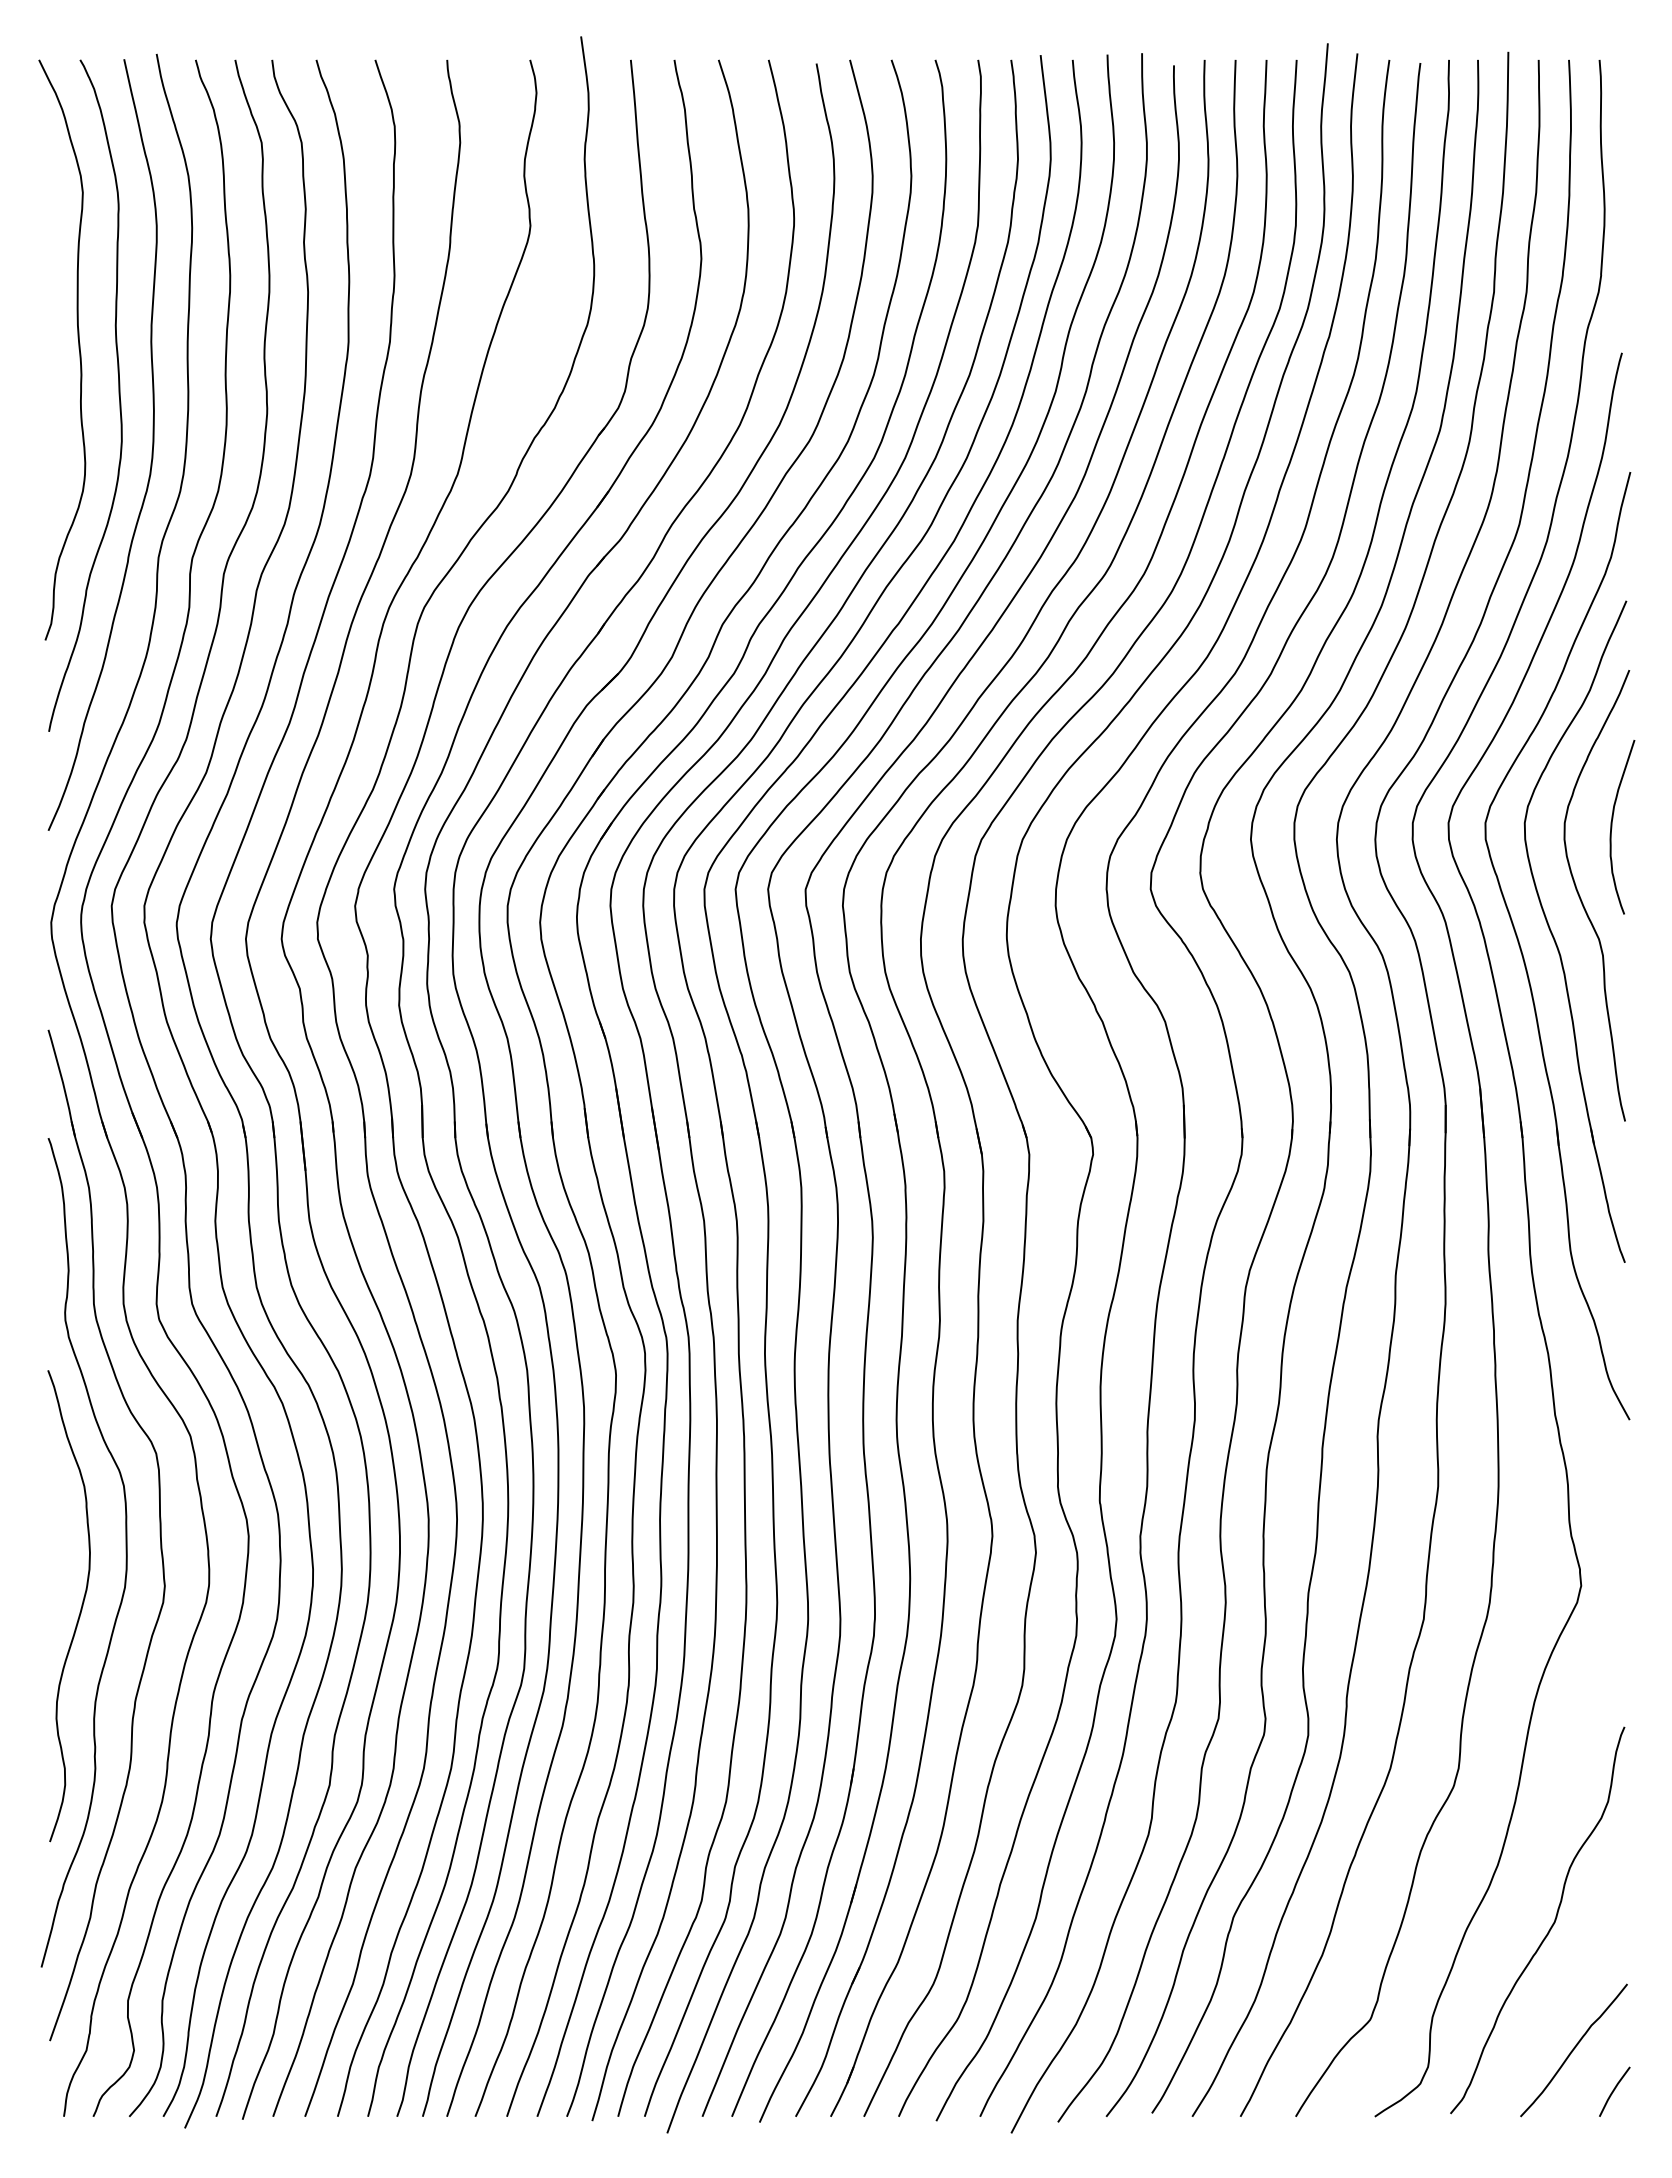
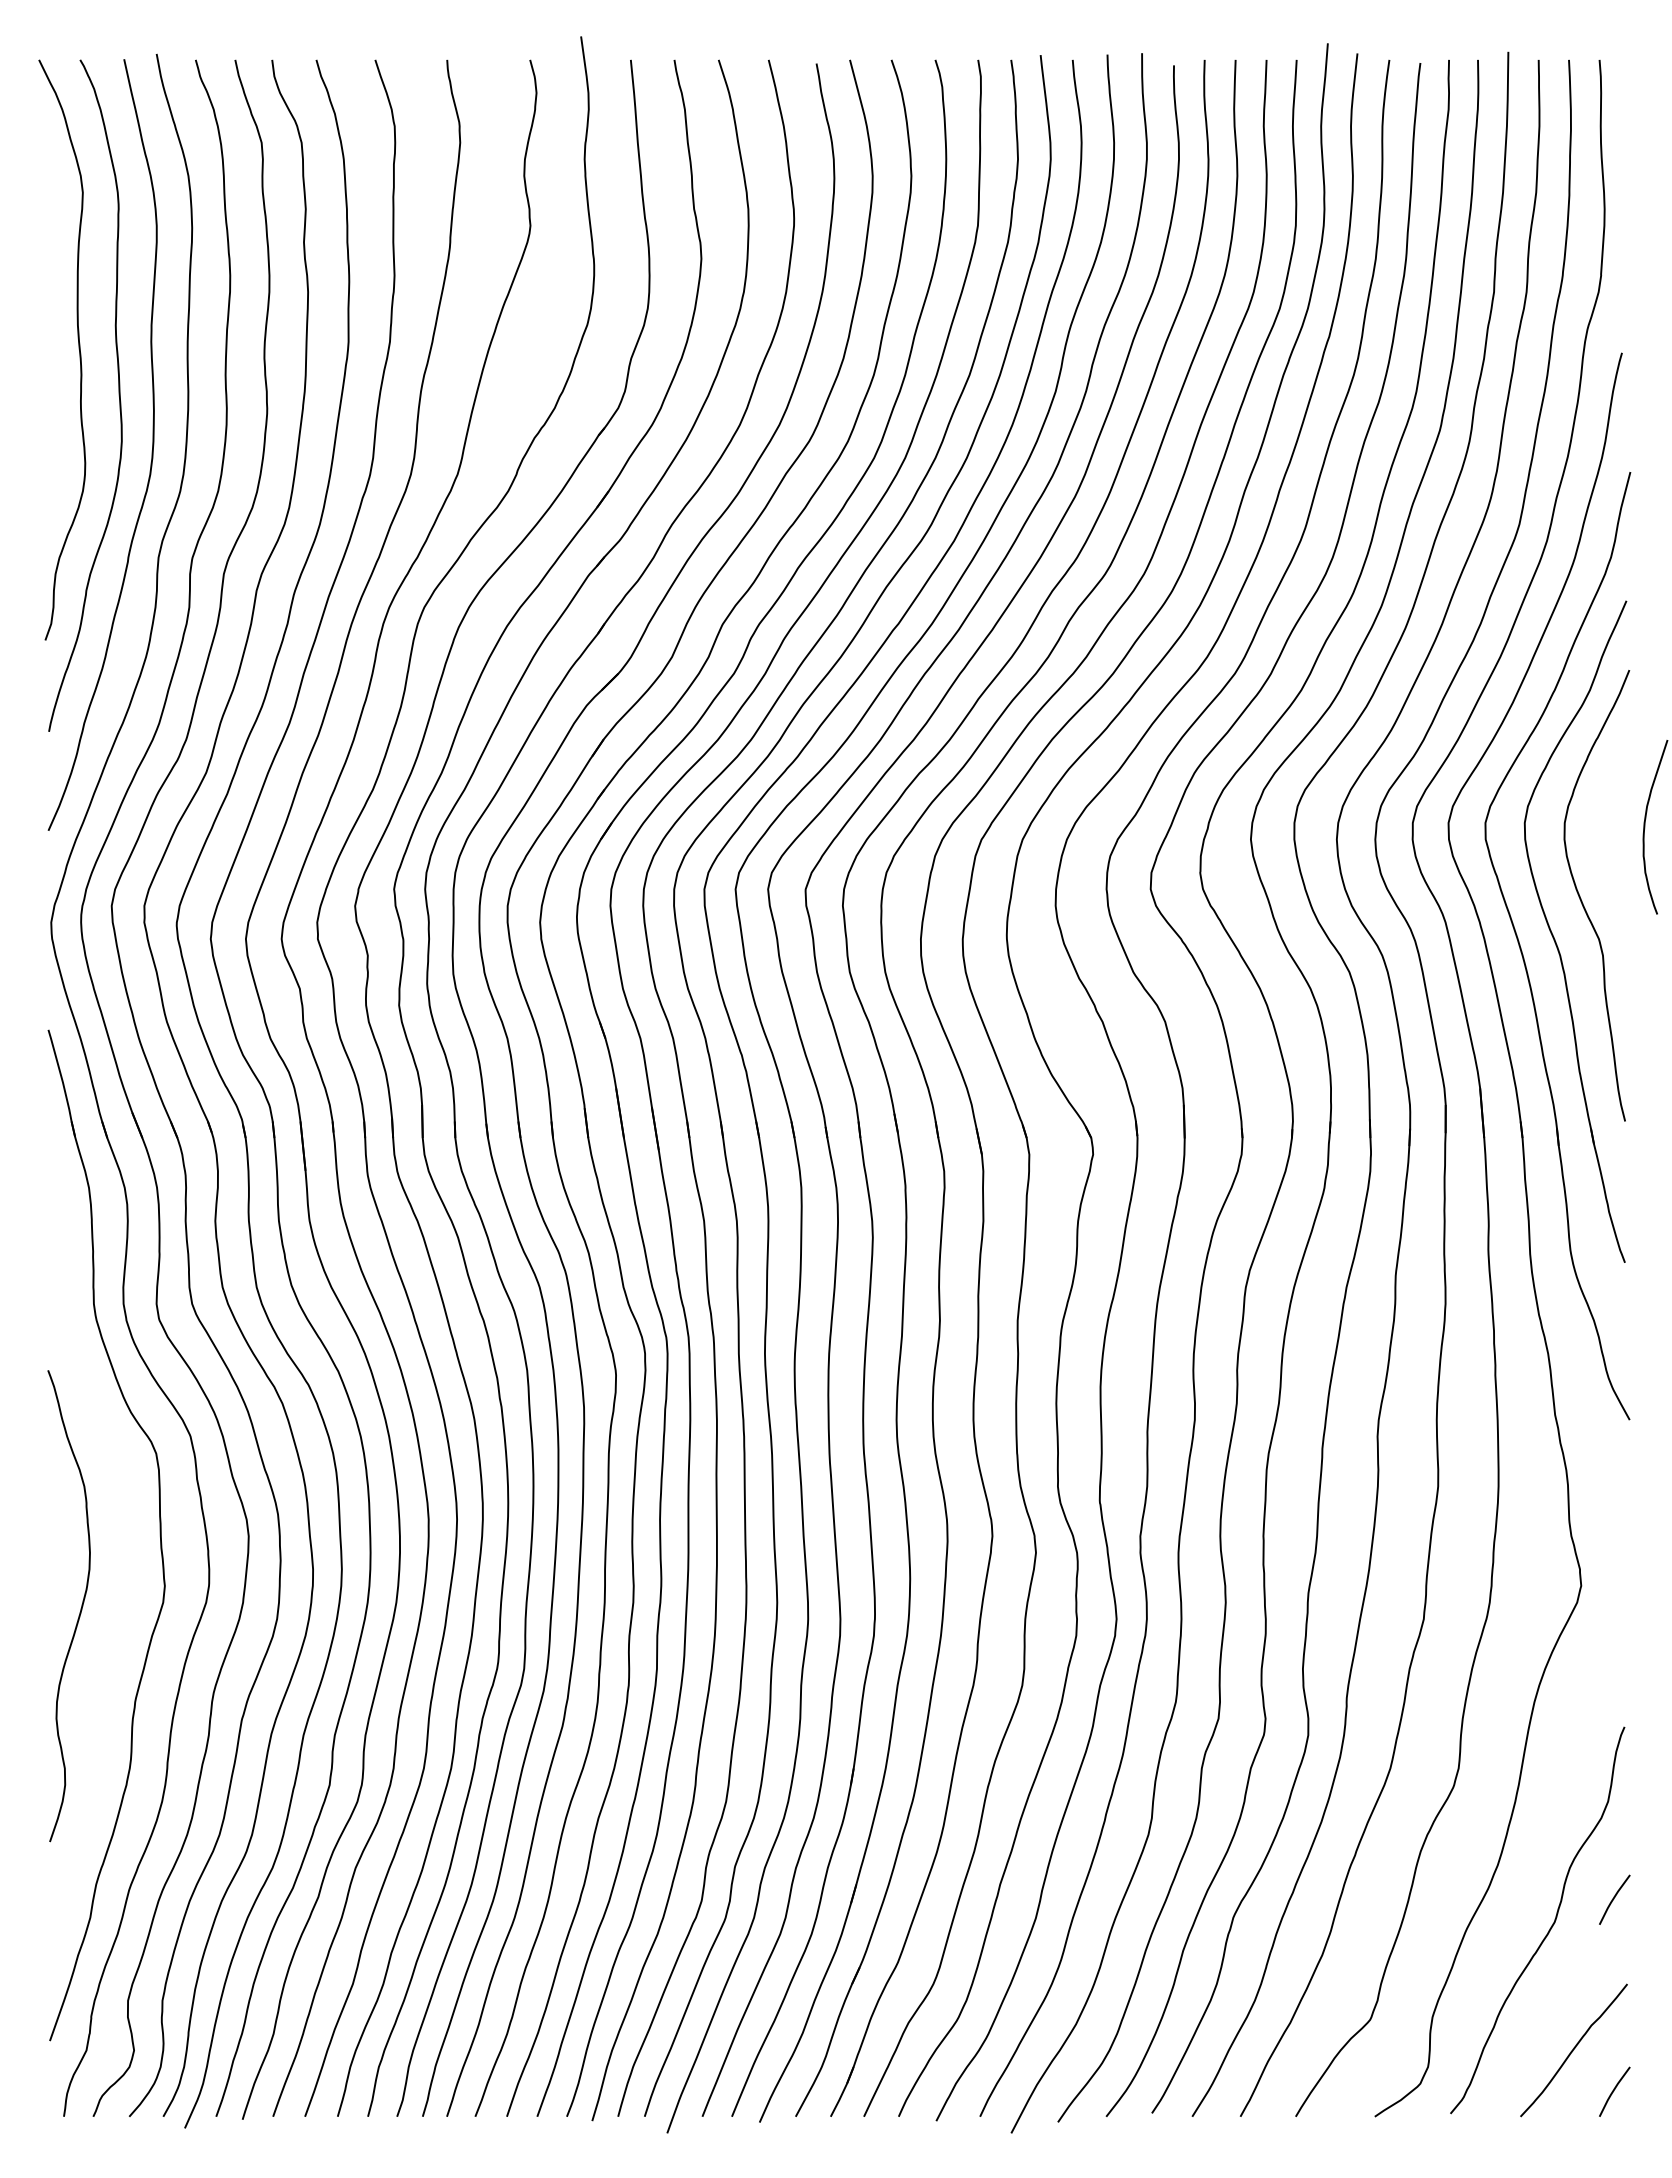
curve at (1612, 827) position: (1612, 827) -> (1645, 827)
curve at (125, 1552): present -> none
line at (1614, 1899): none -> present
